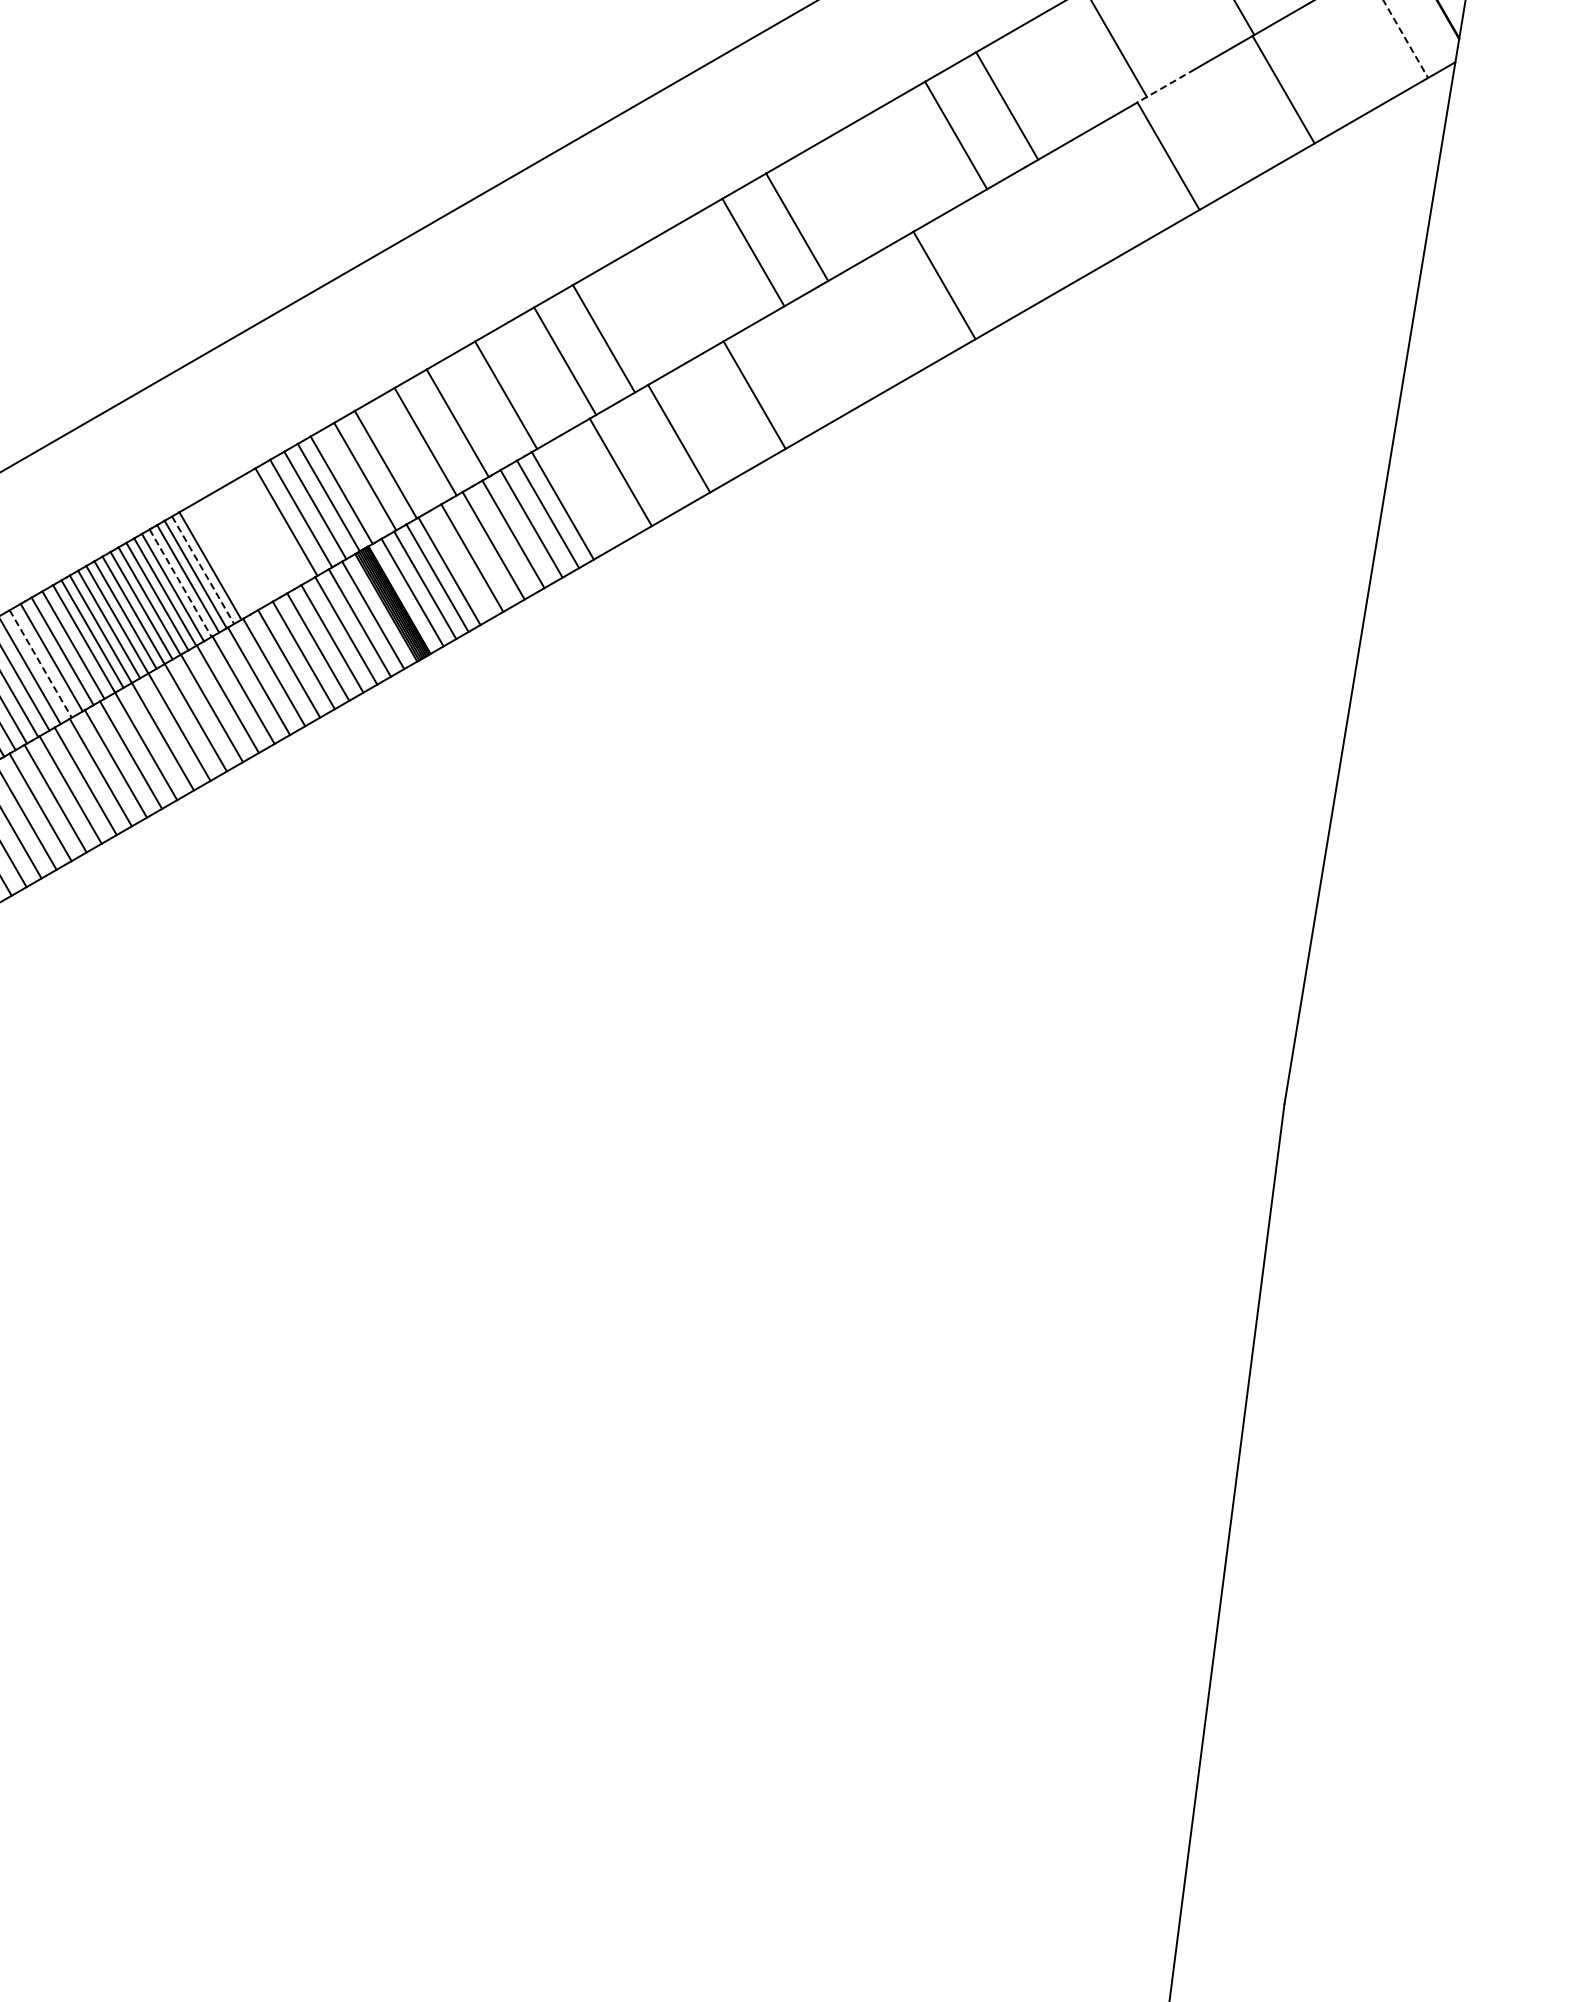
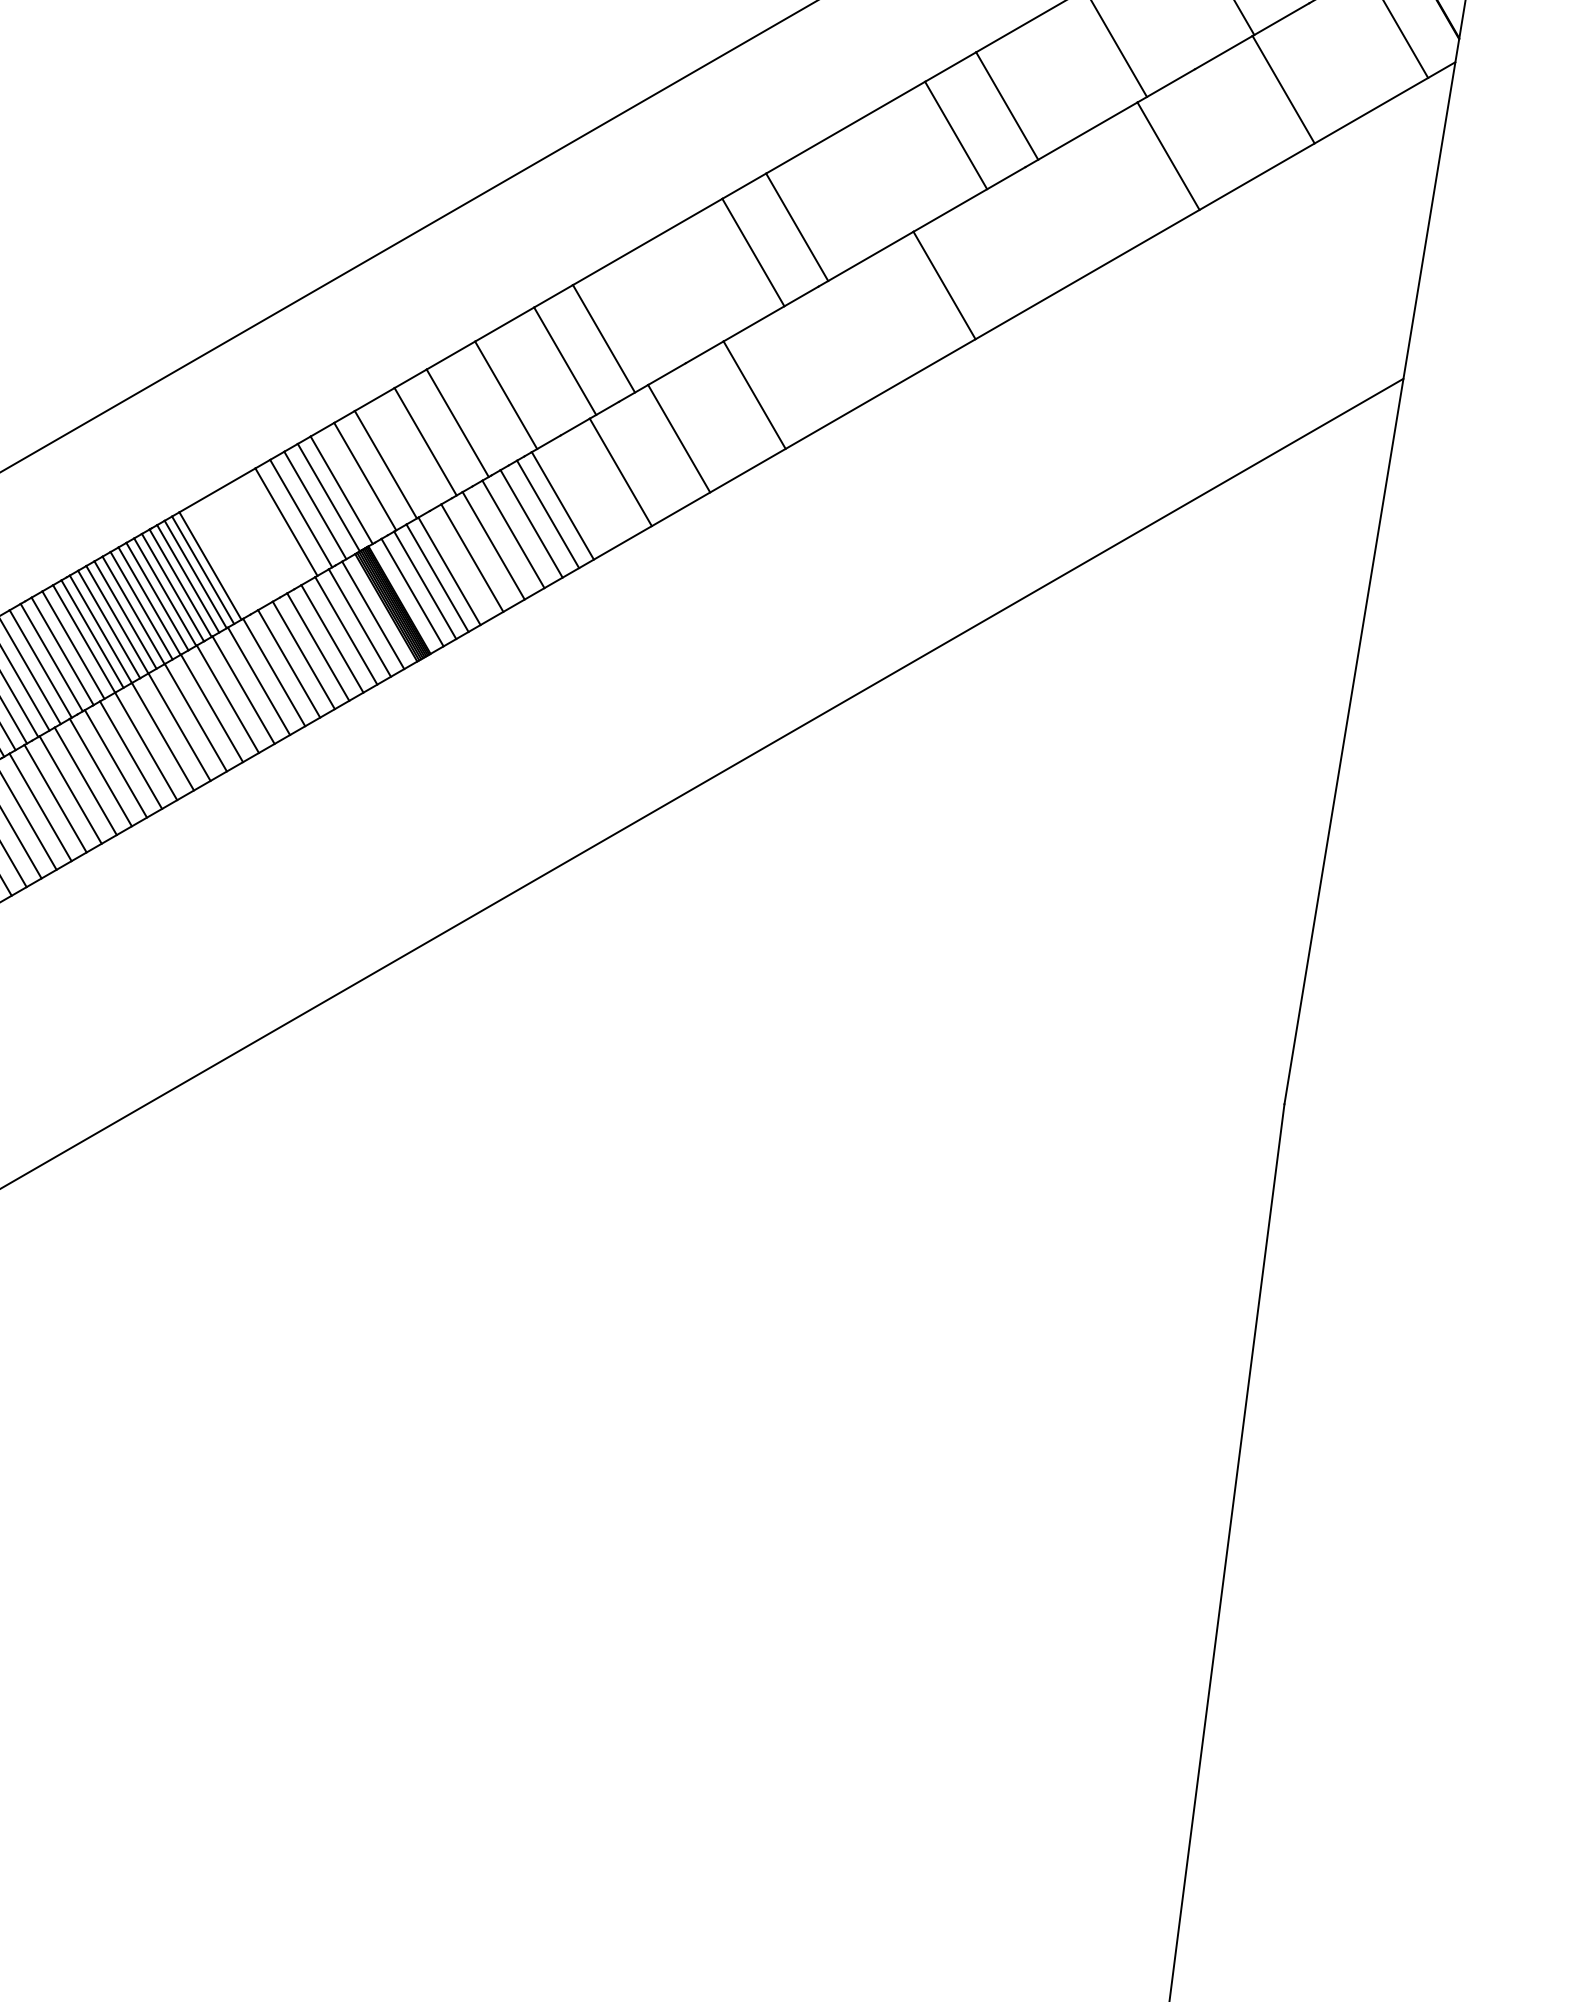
line at (1405, 39): dashed -> solid
line at (1165, 86): dashed -> solid
line at (203, 570): dashed -> solid
line at (180, 583): dashed -> solid
line at (41, 664): dashed -> solid
line at (702, 782): none -> present
